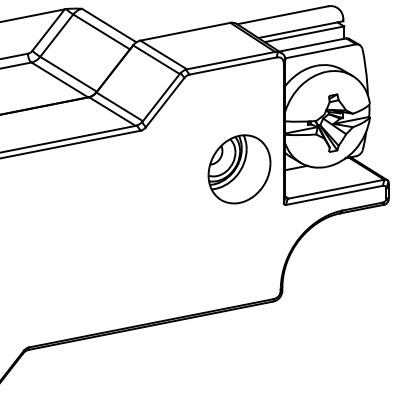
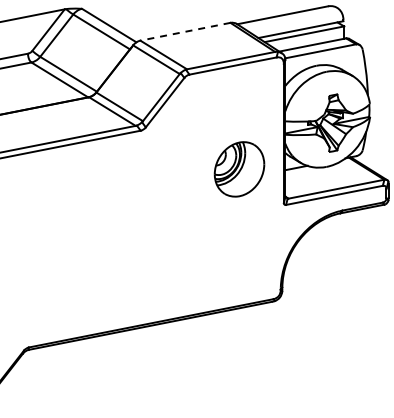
line at (185, 31): solid -> dashed
part at (239, 169) size: 65x71 px -> 53x57 px
